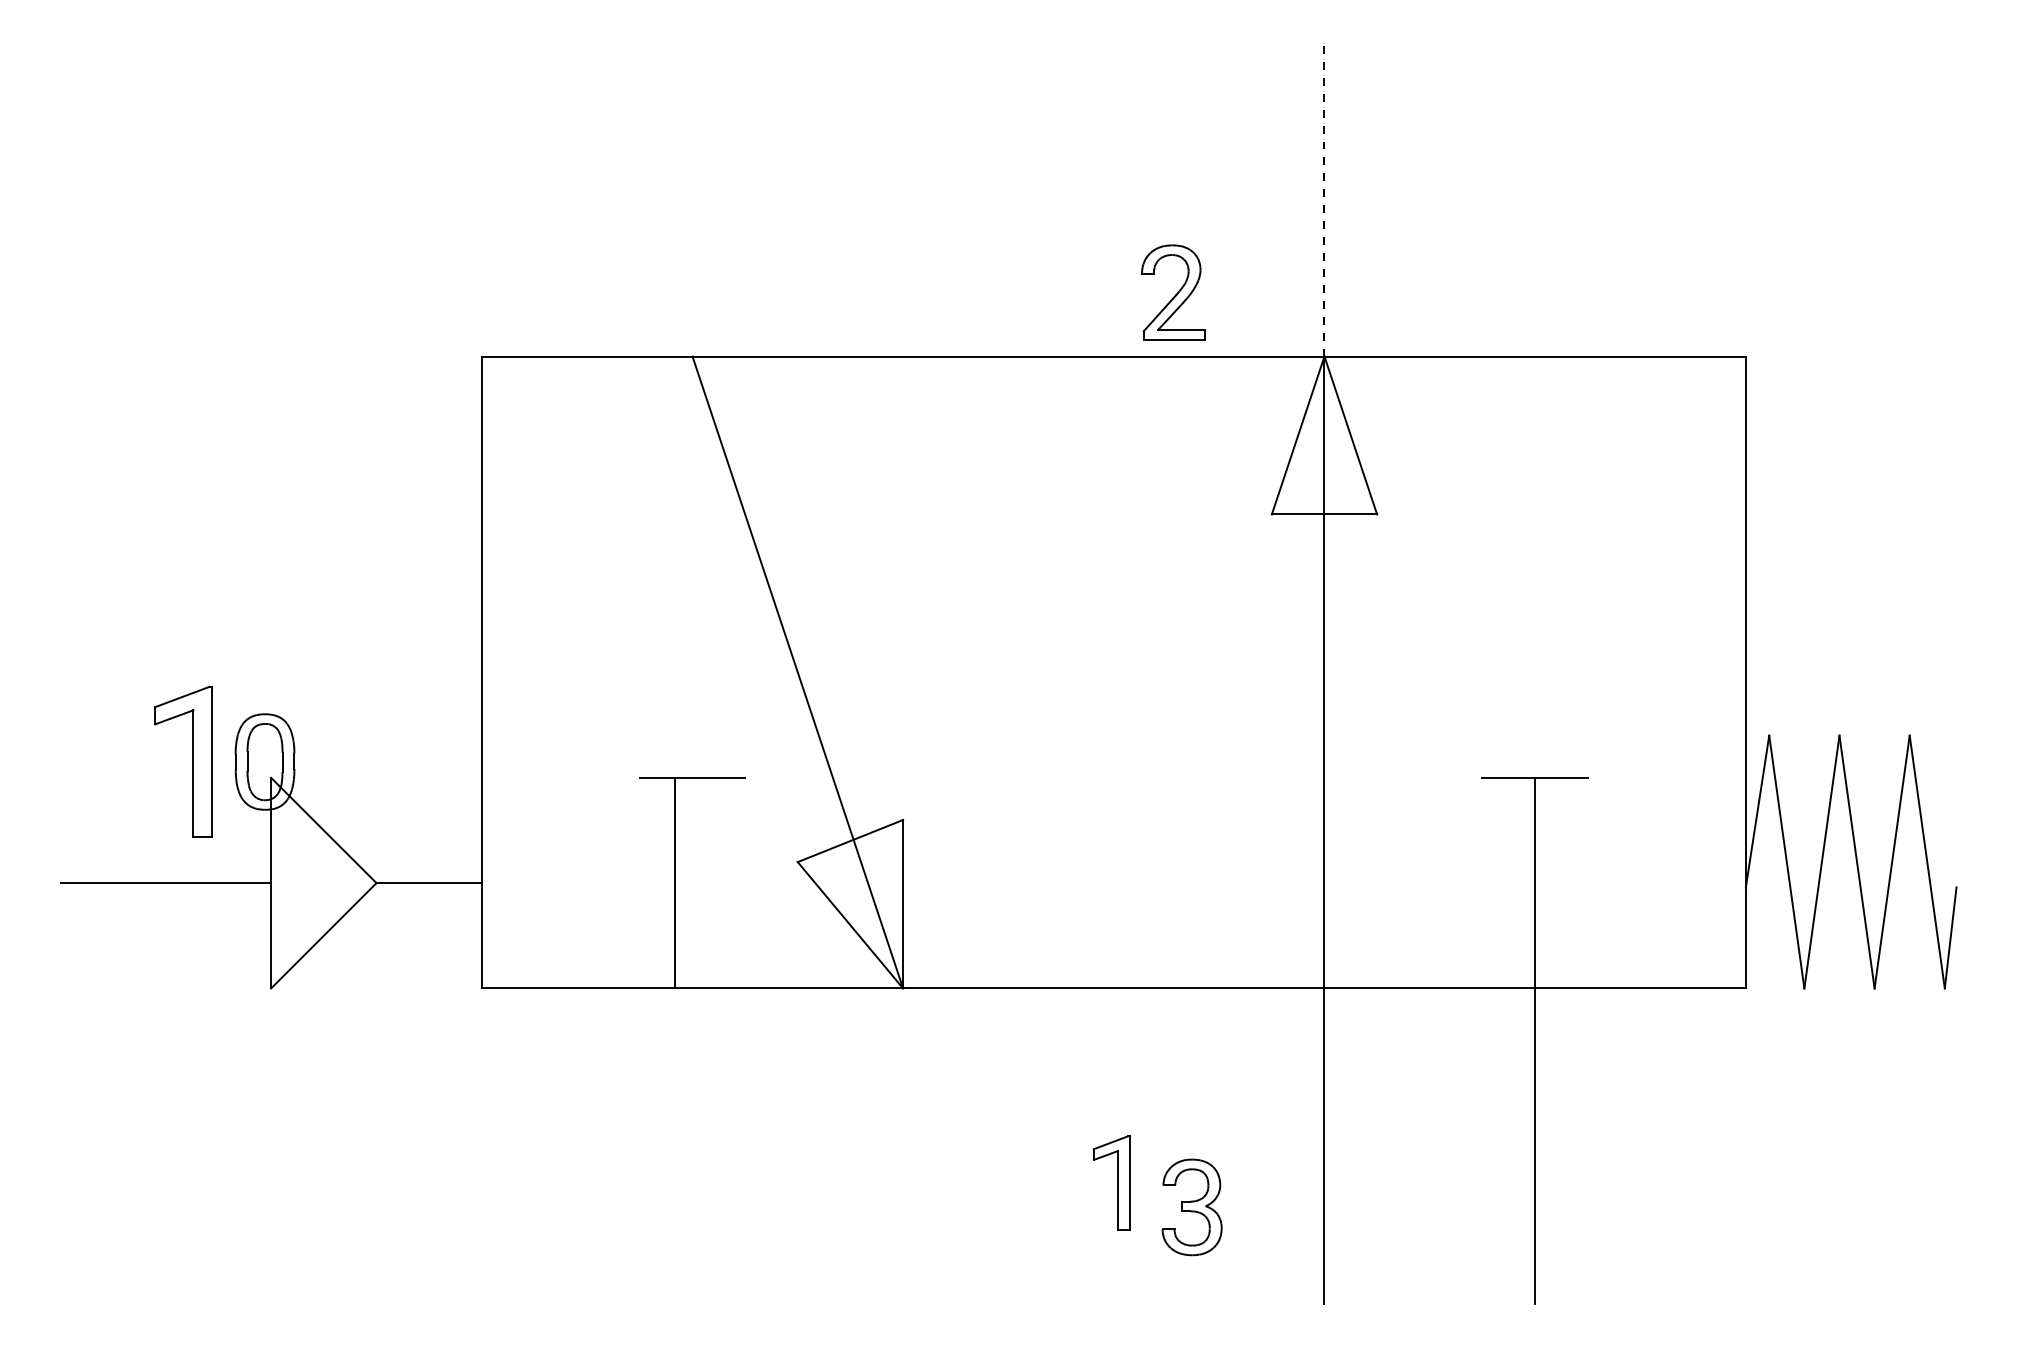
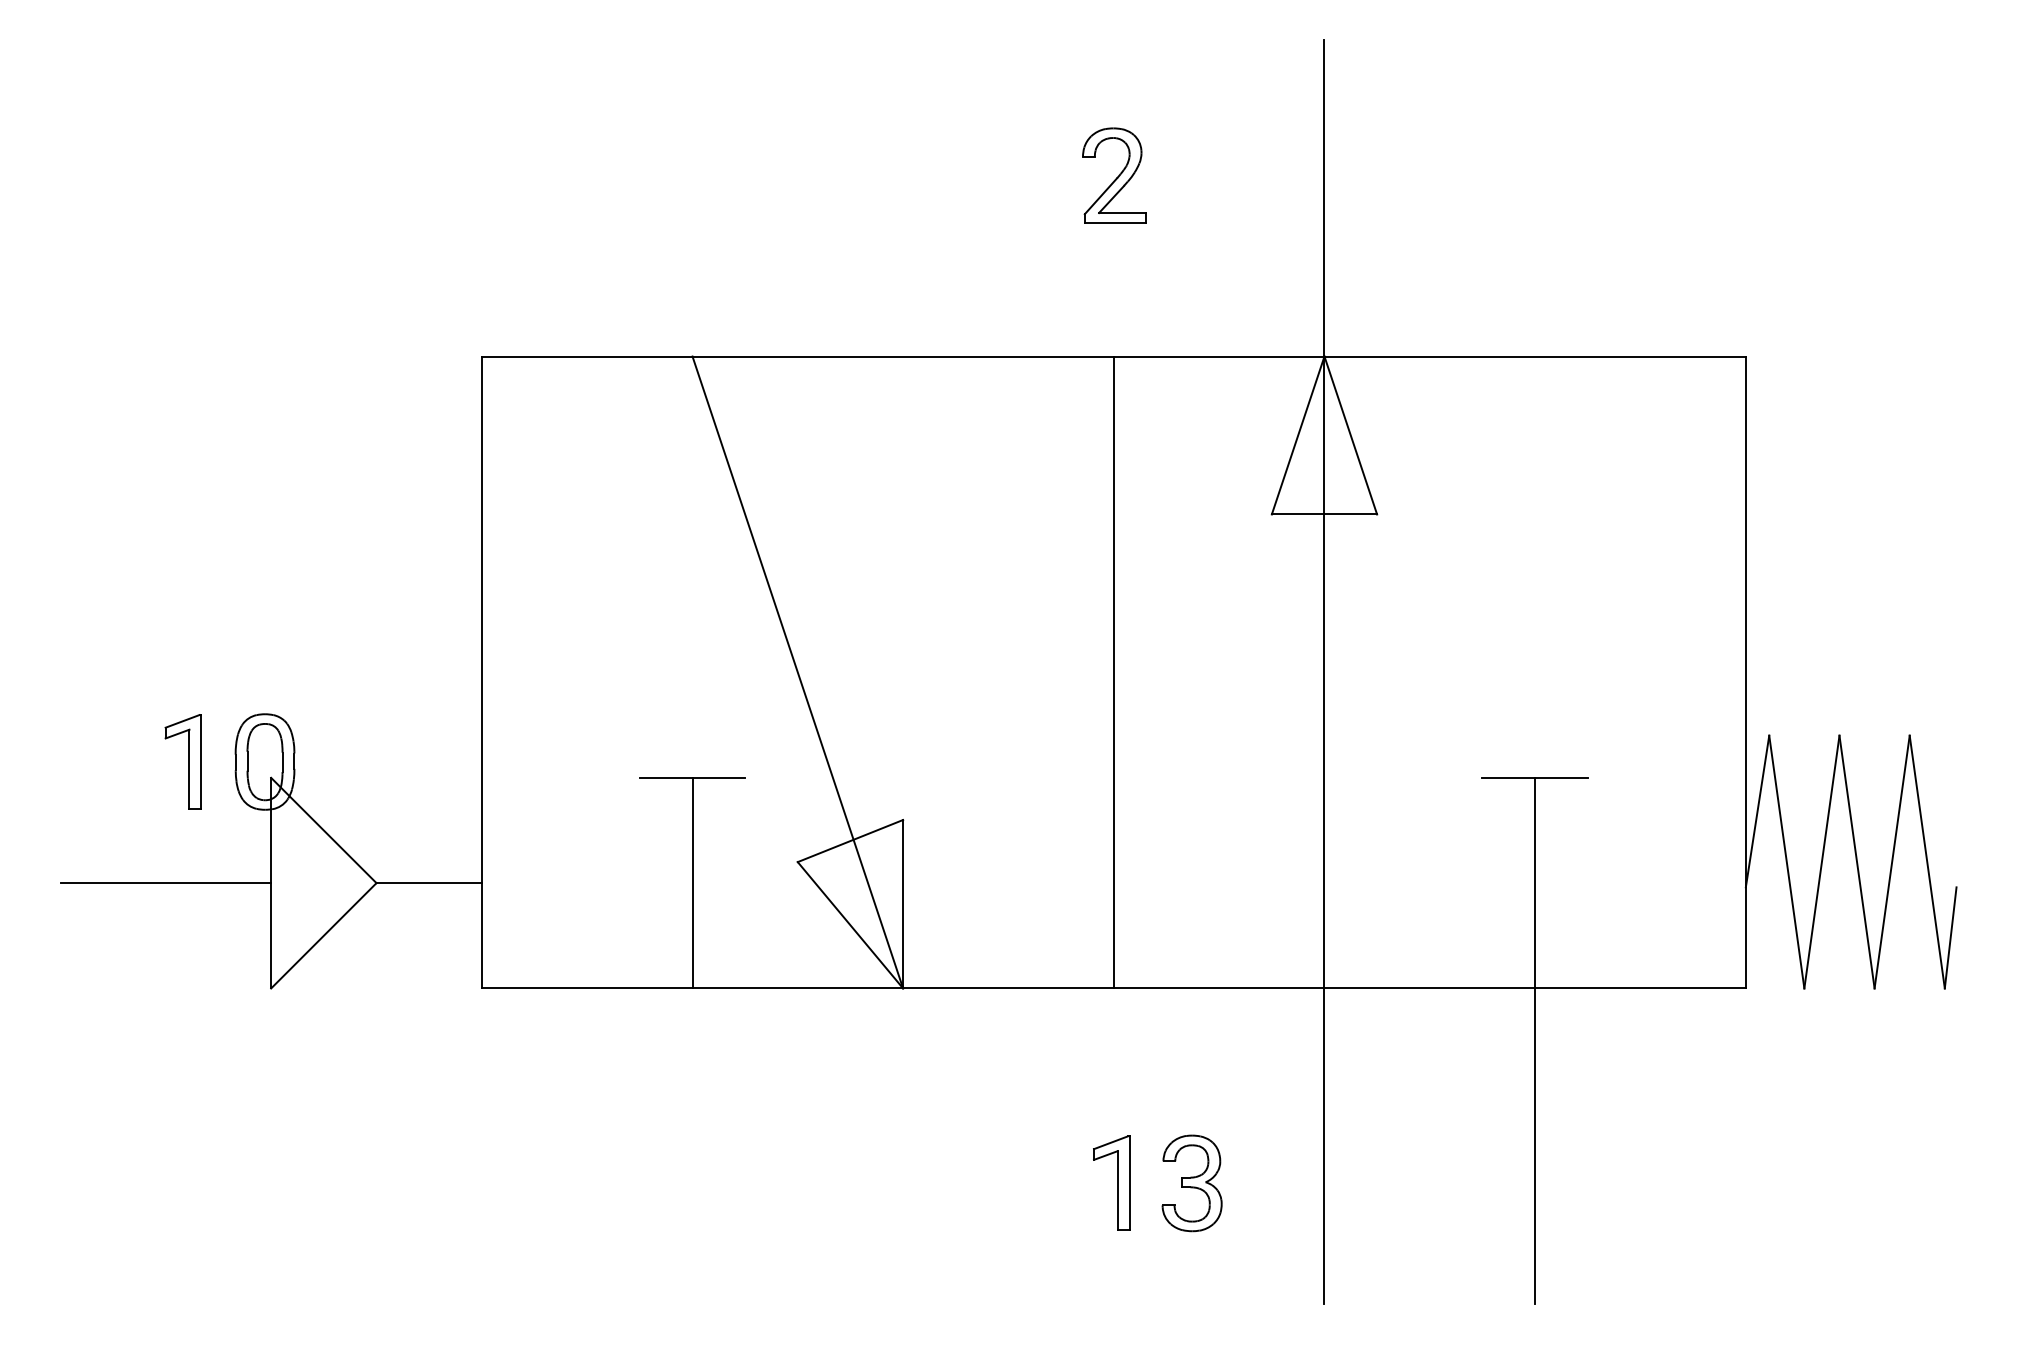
line at (1324, 198): dashed -> solid
part at (1173, 292) position: (1173, 292) -> (1114, 175)
line at (1113, 672): none -> present
part at (183, 761) size: 59x153 px -> 38x96 px
line at (674, 882) position: (674, 882) -> (692, 882)
part at (1191, 1207) position: (1191, 1207) -> (1191, 1183)
